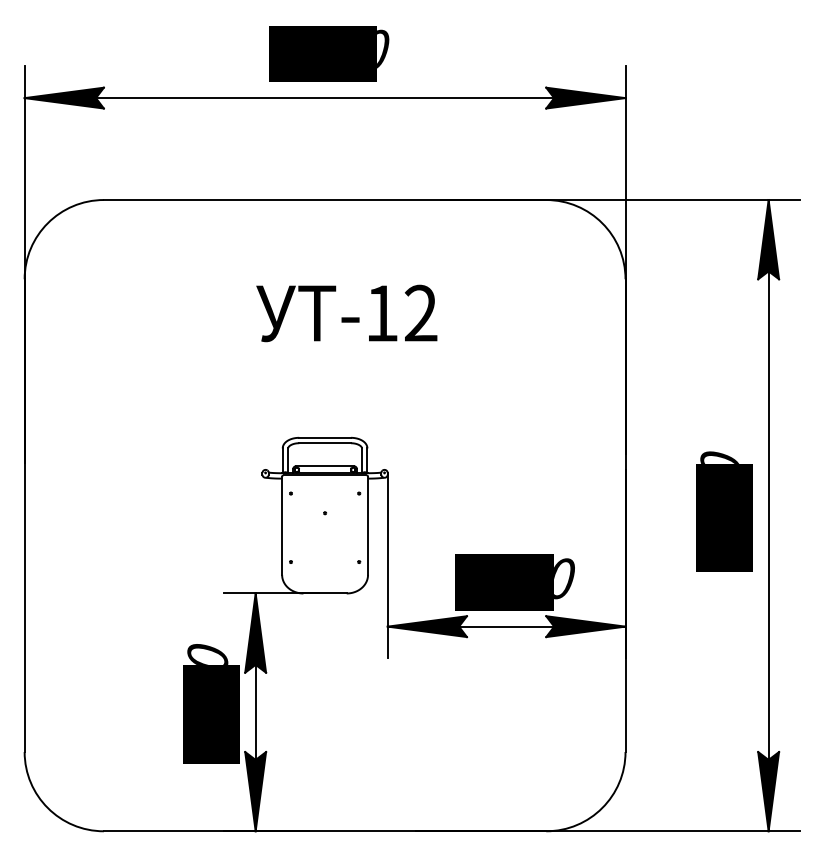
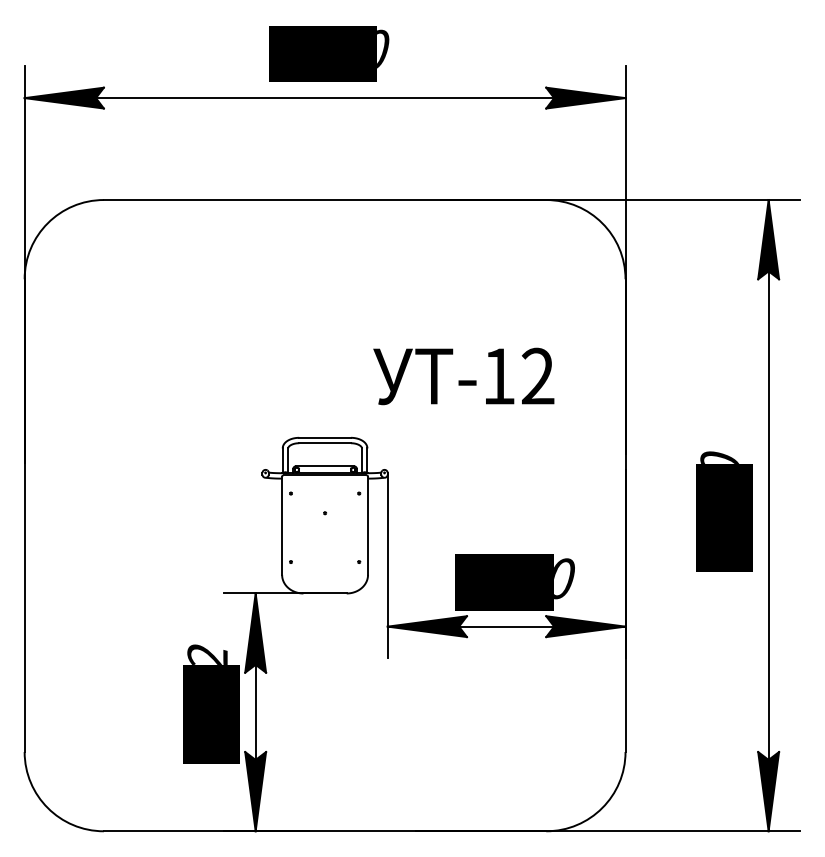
text at (346, 313) position: (346, 313) -> (463, 376)
text at (207, 654): 1500 -> 1502
